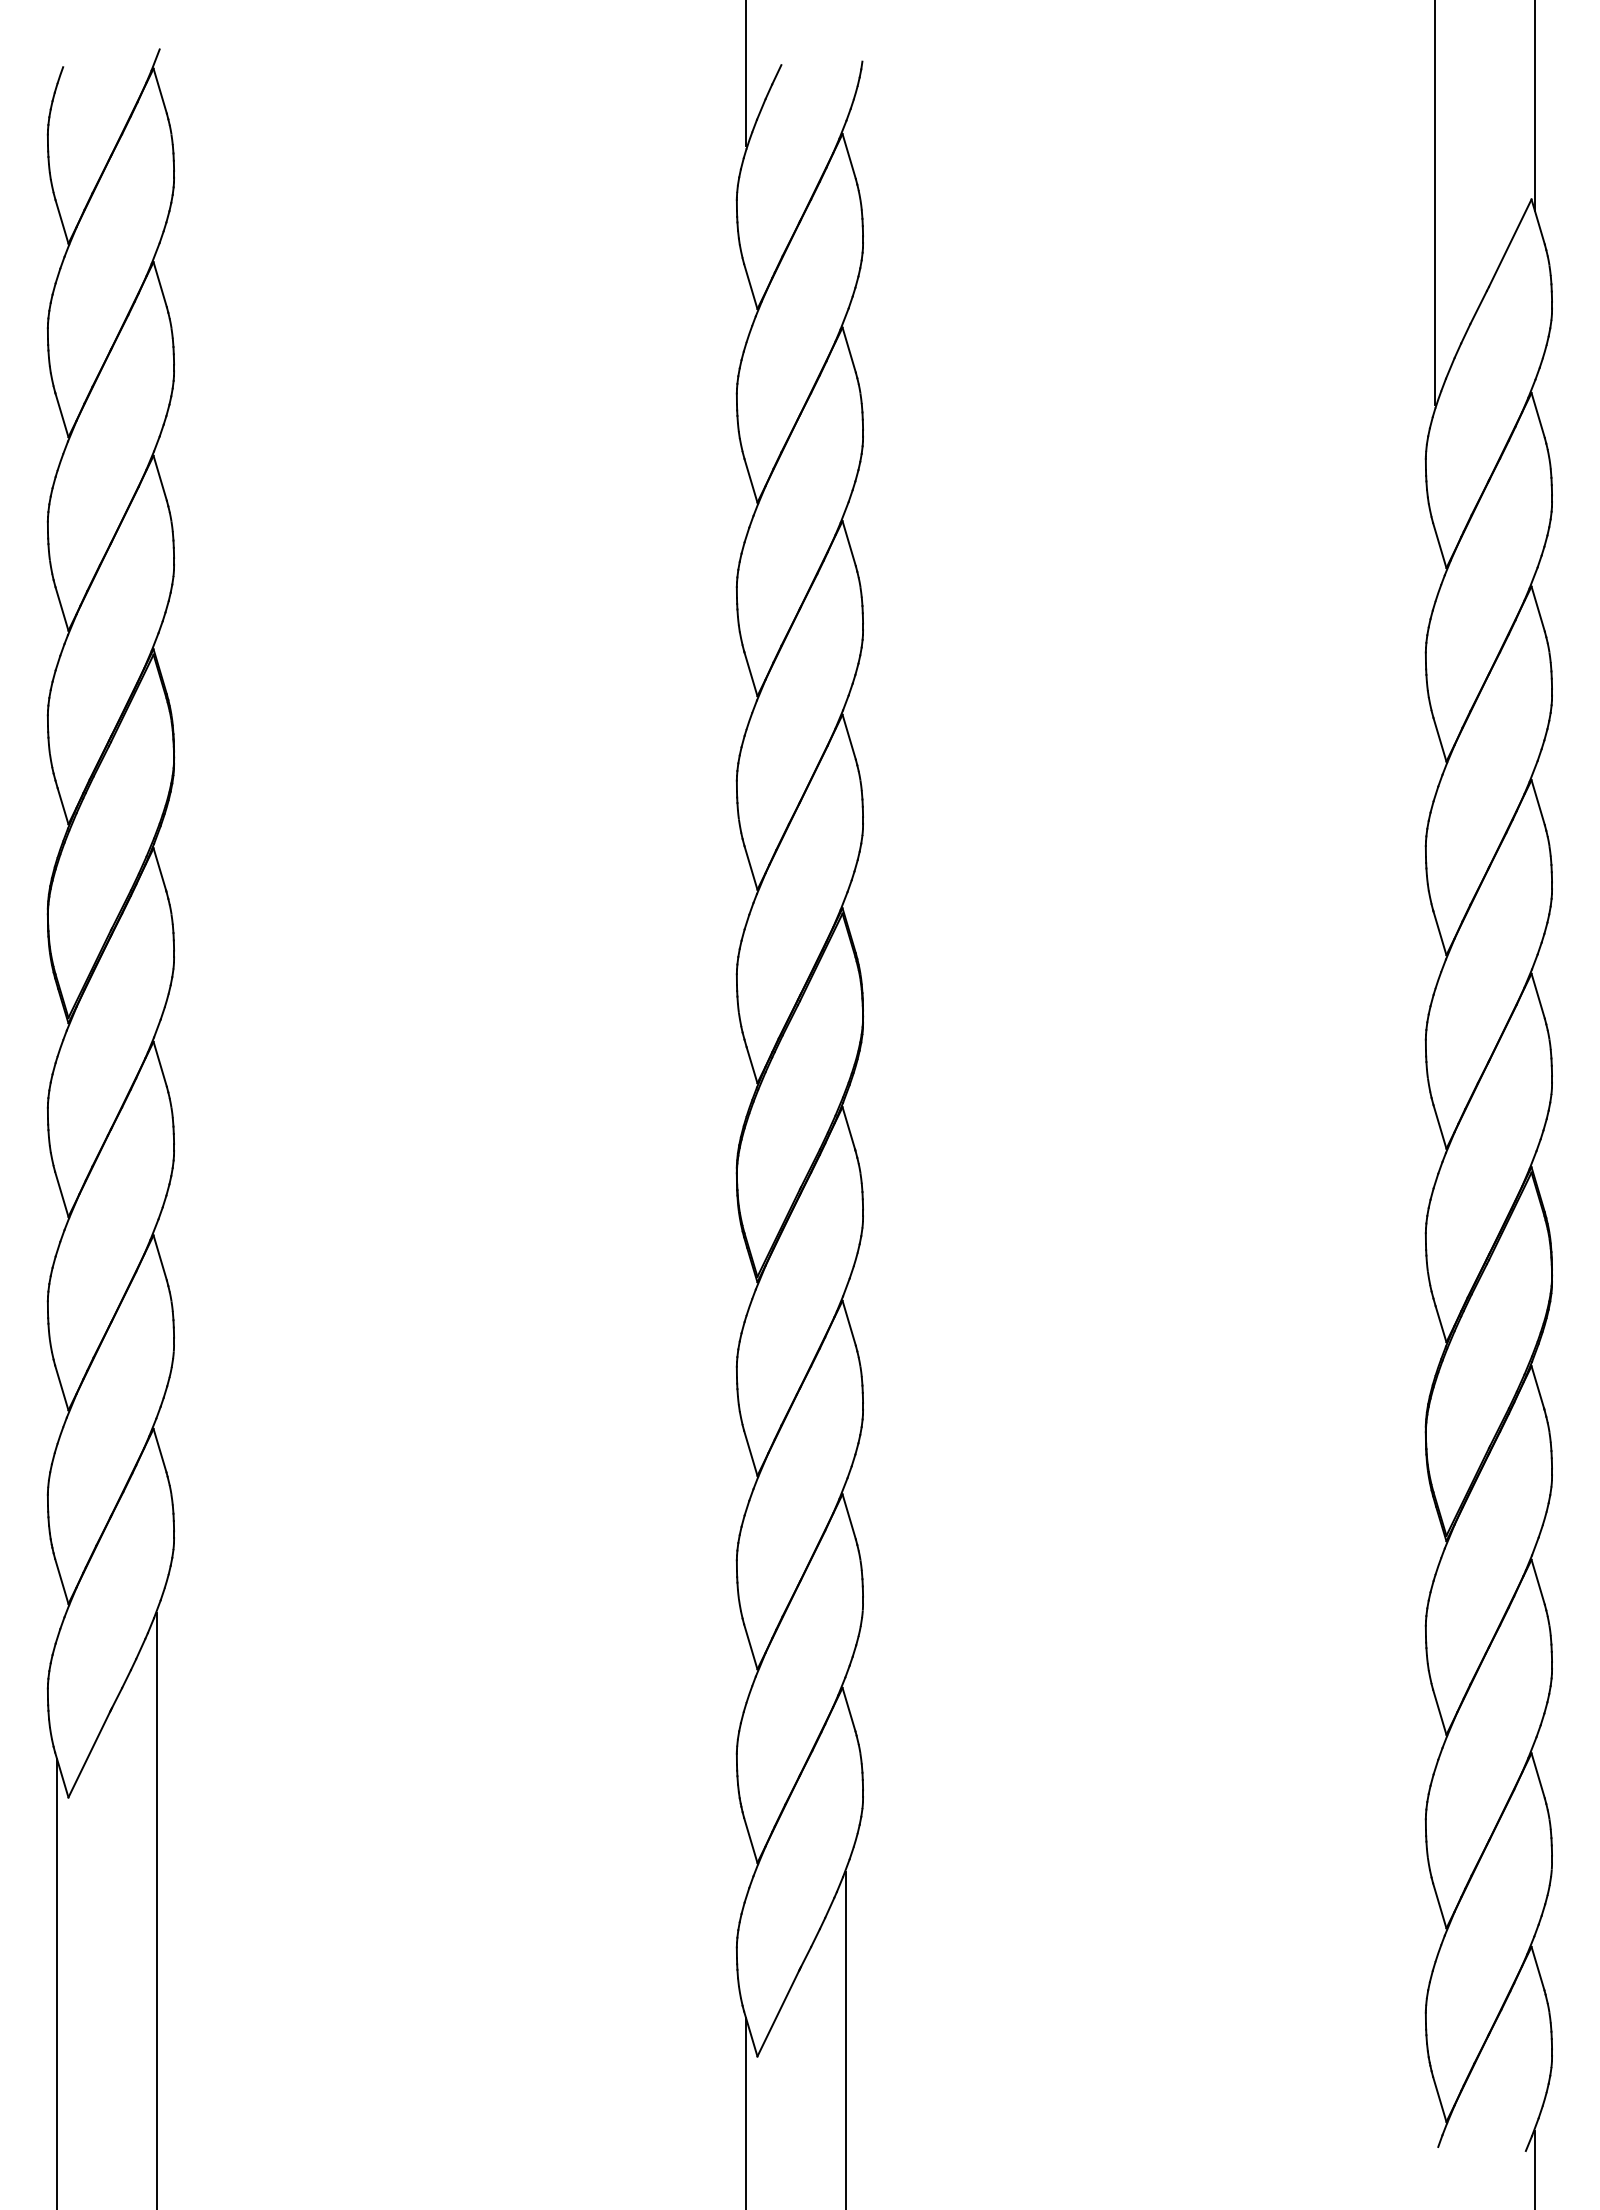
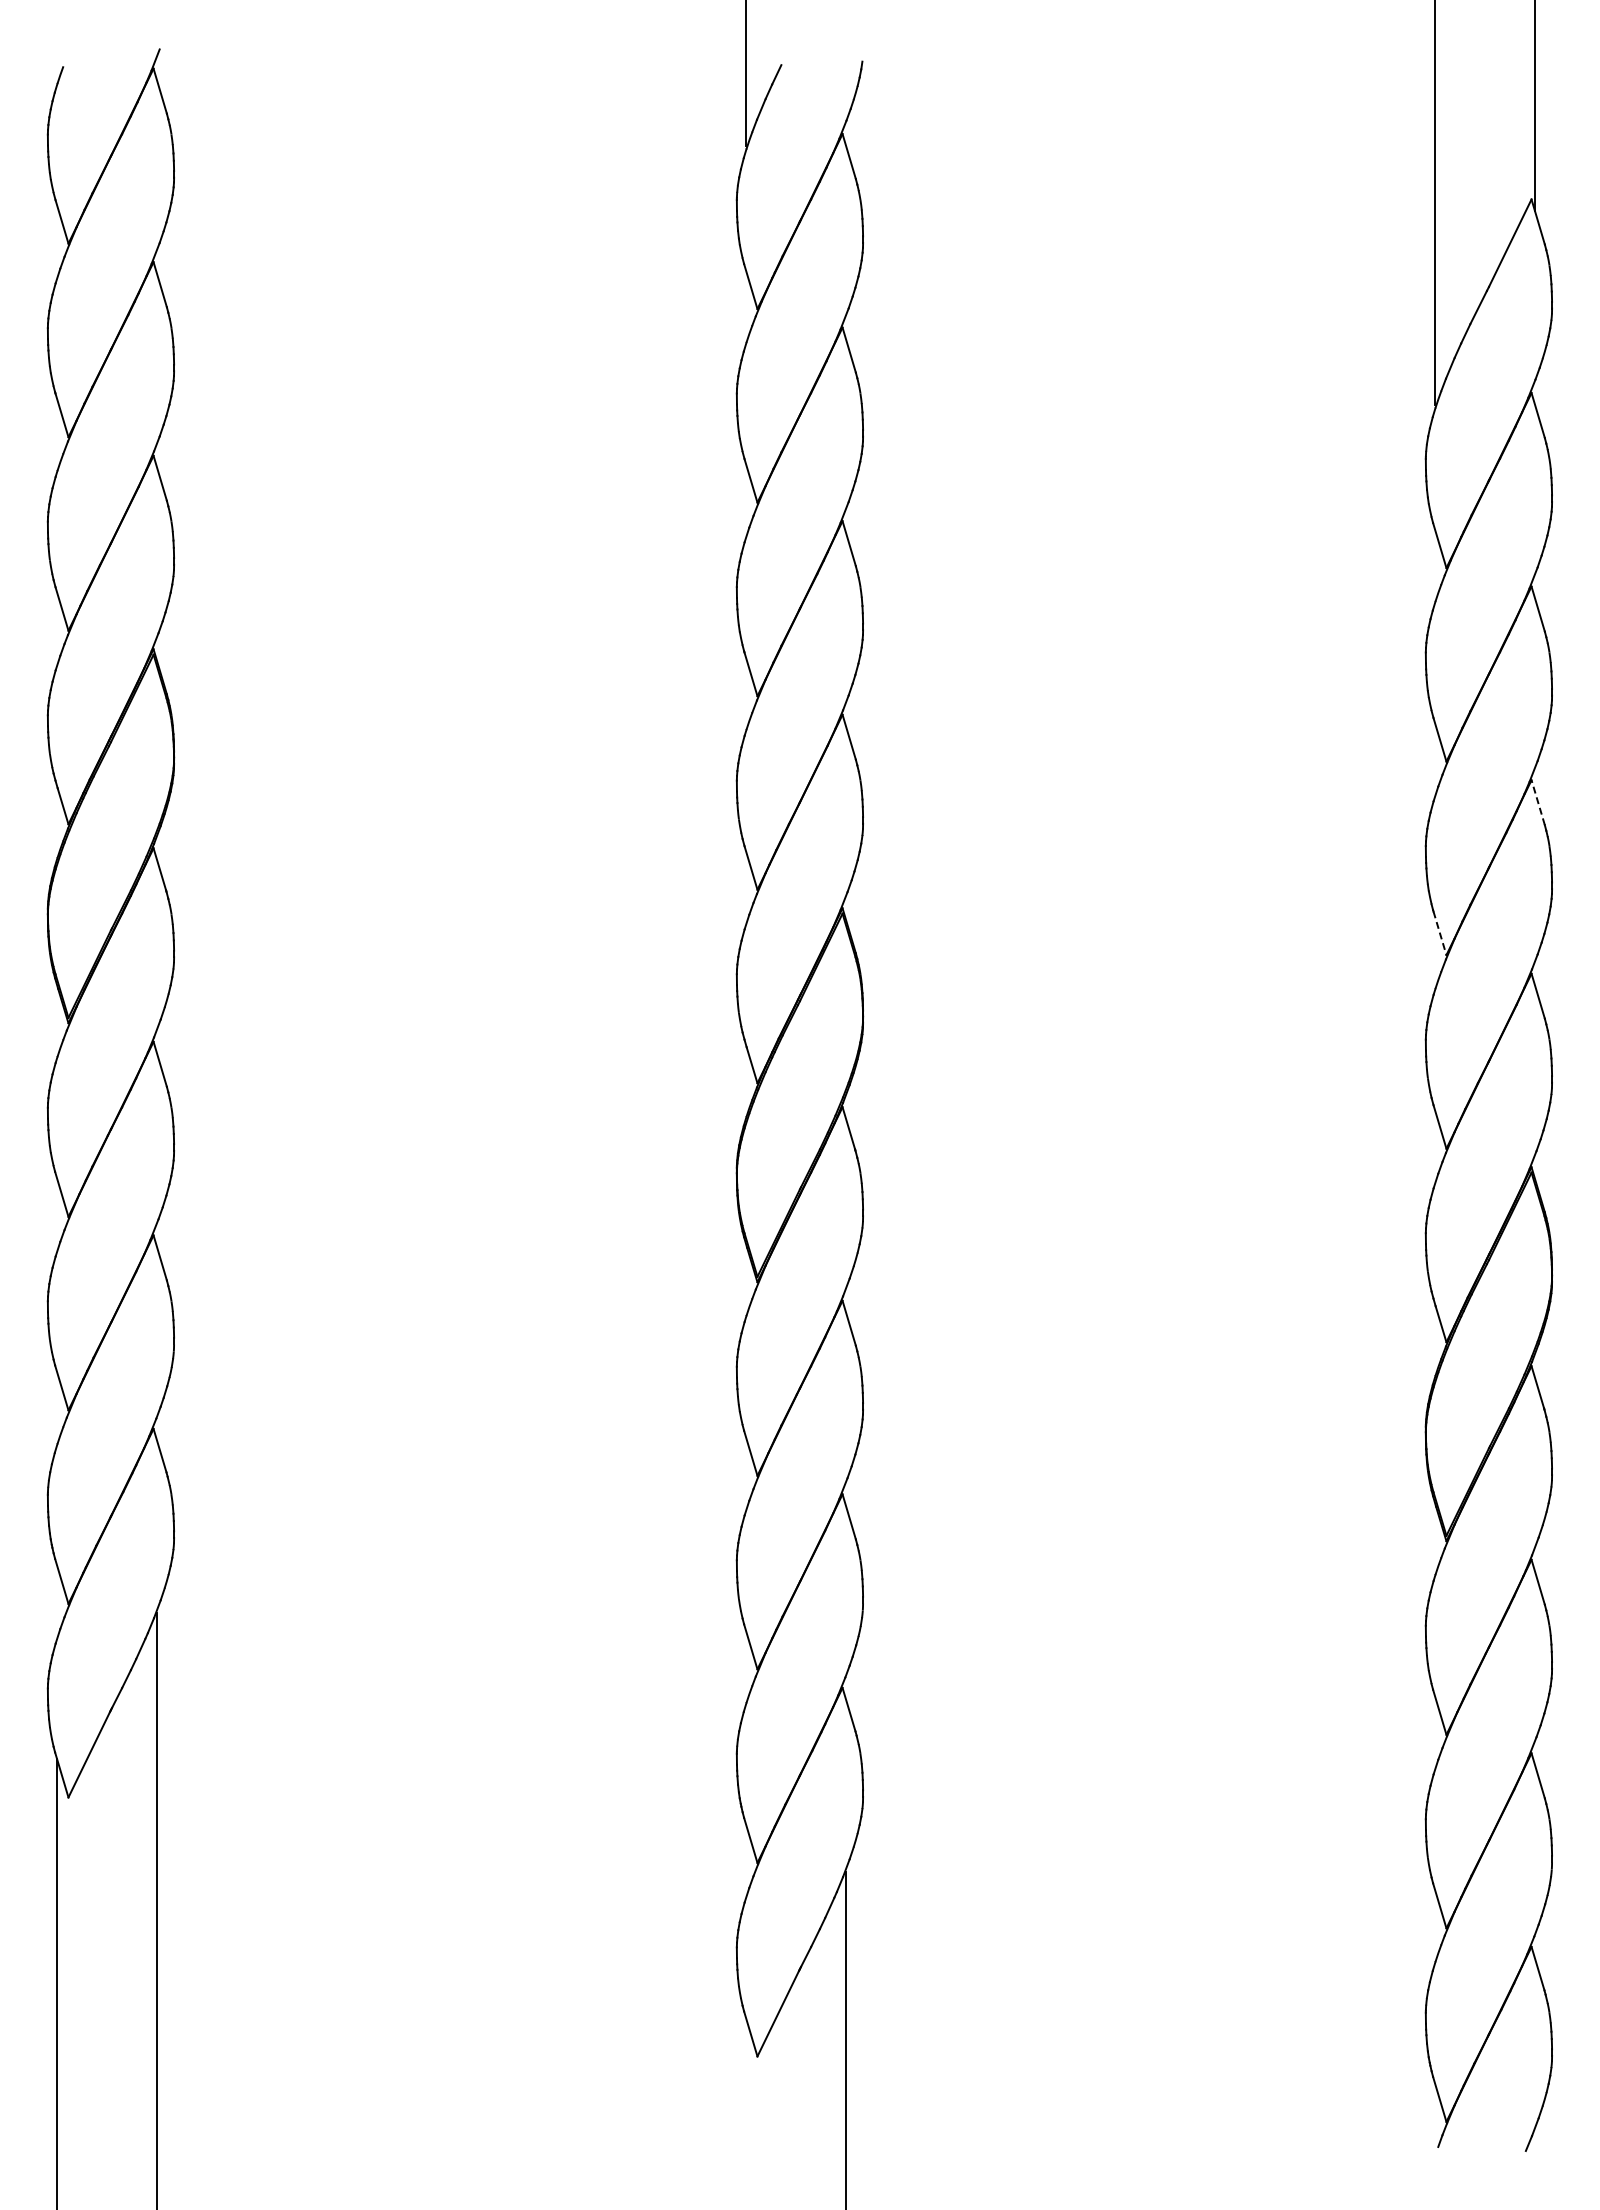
line at (1538, 802): solid -> dashed
line at (1439, 933): solid -> dashed
line at (745, 2111): present -> none
line at (1535, 2168): present -> none
